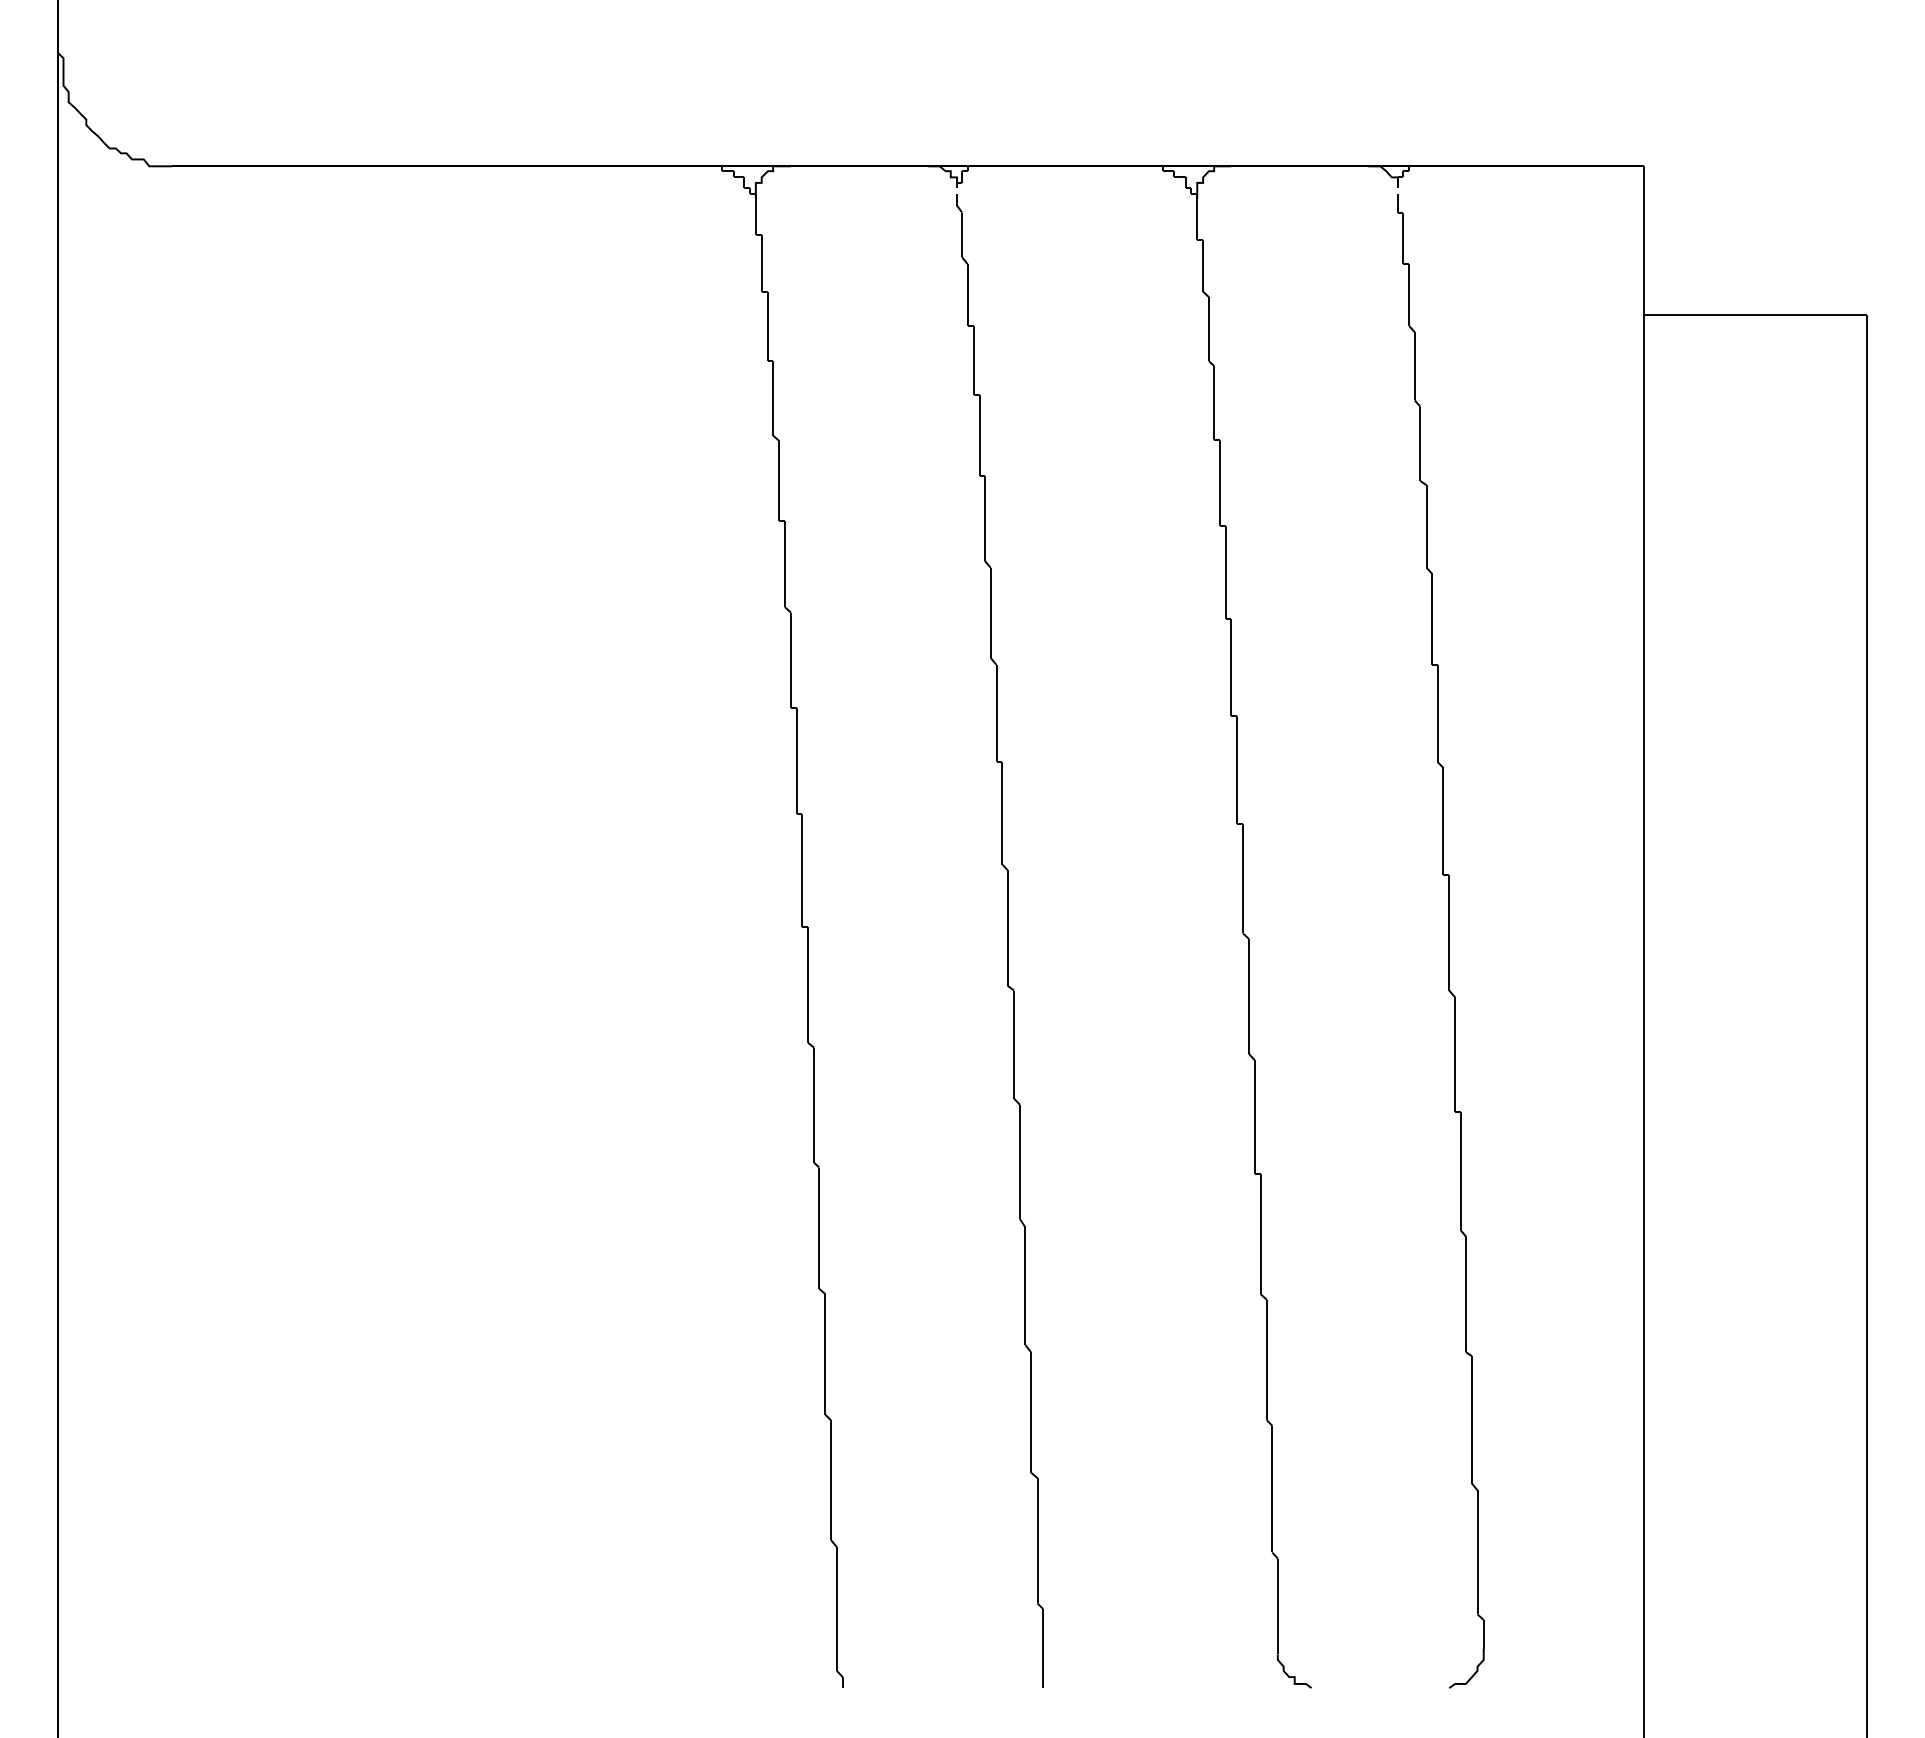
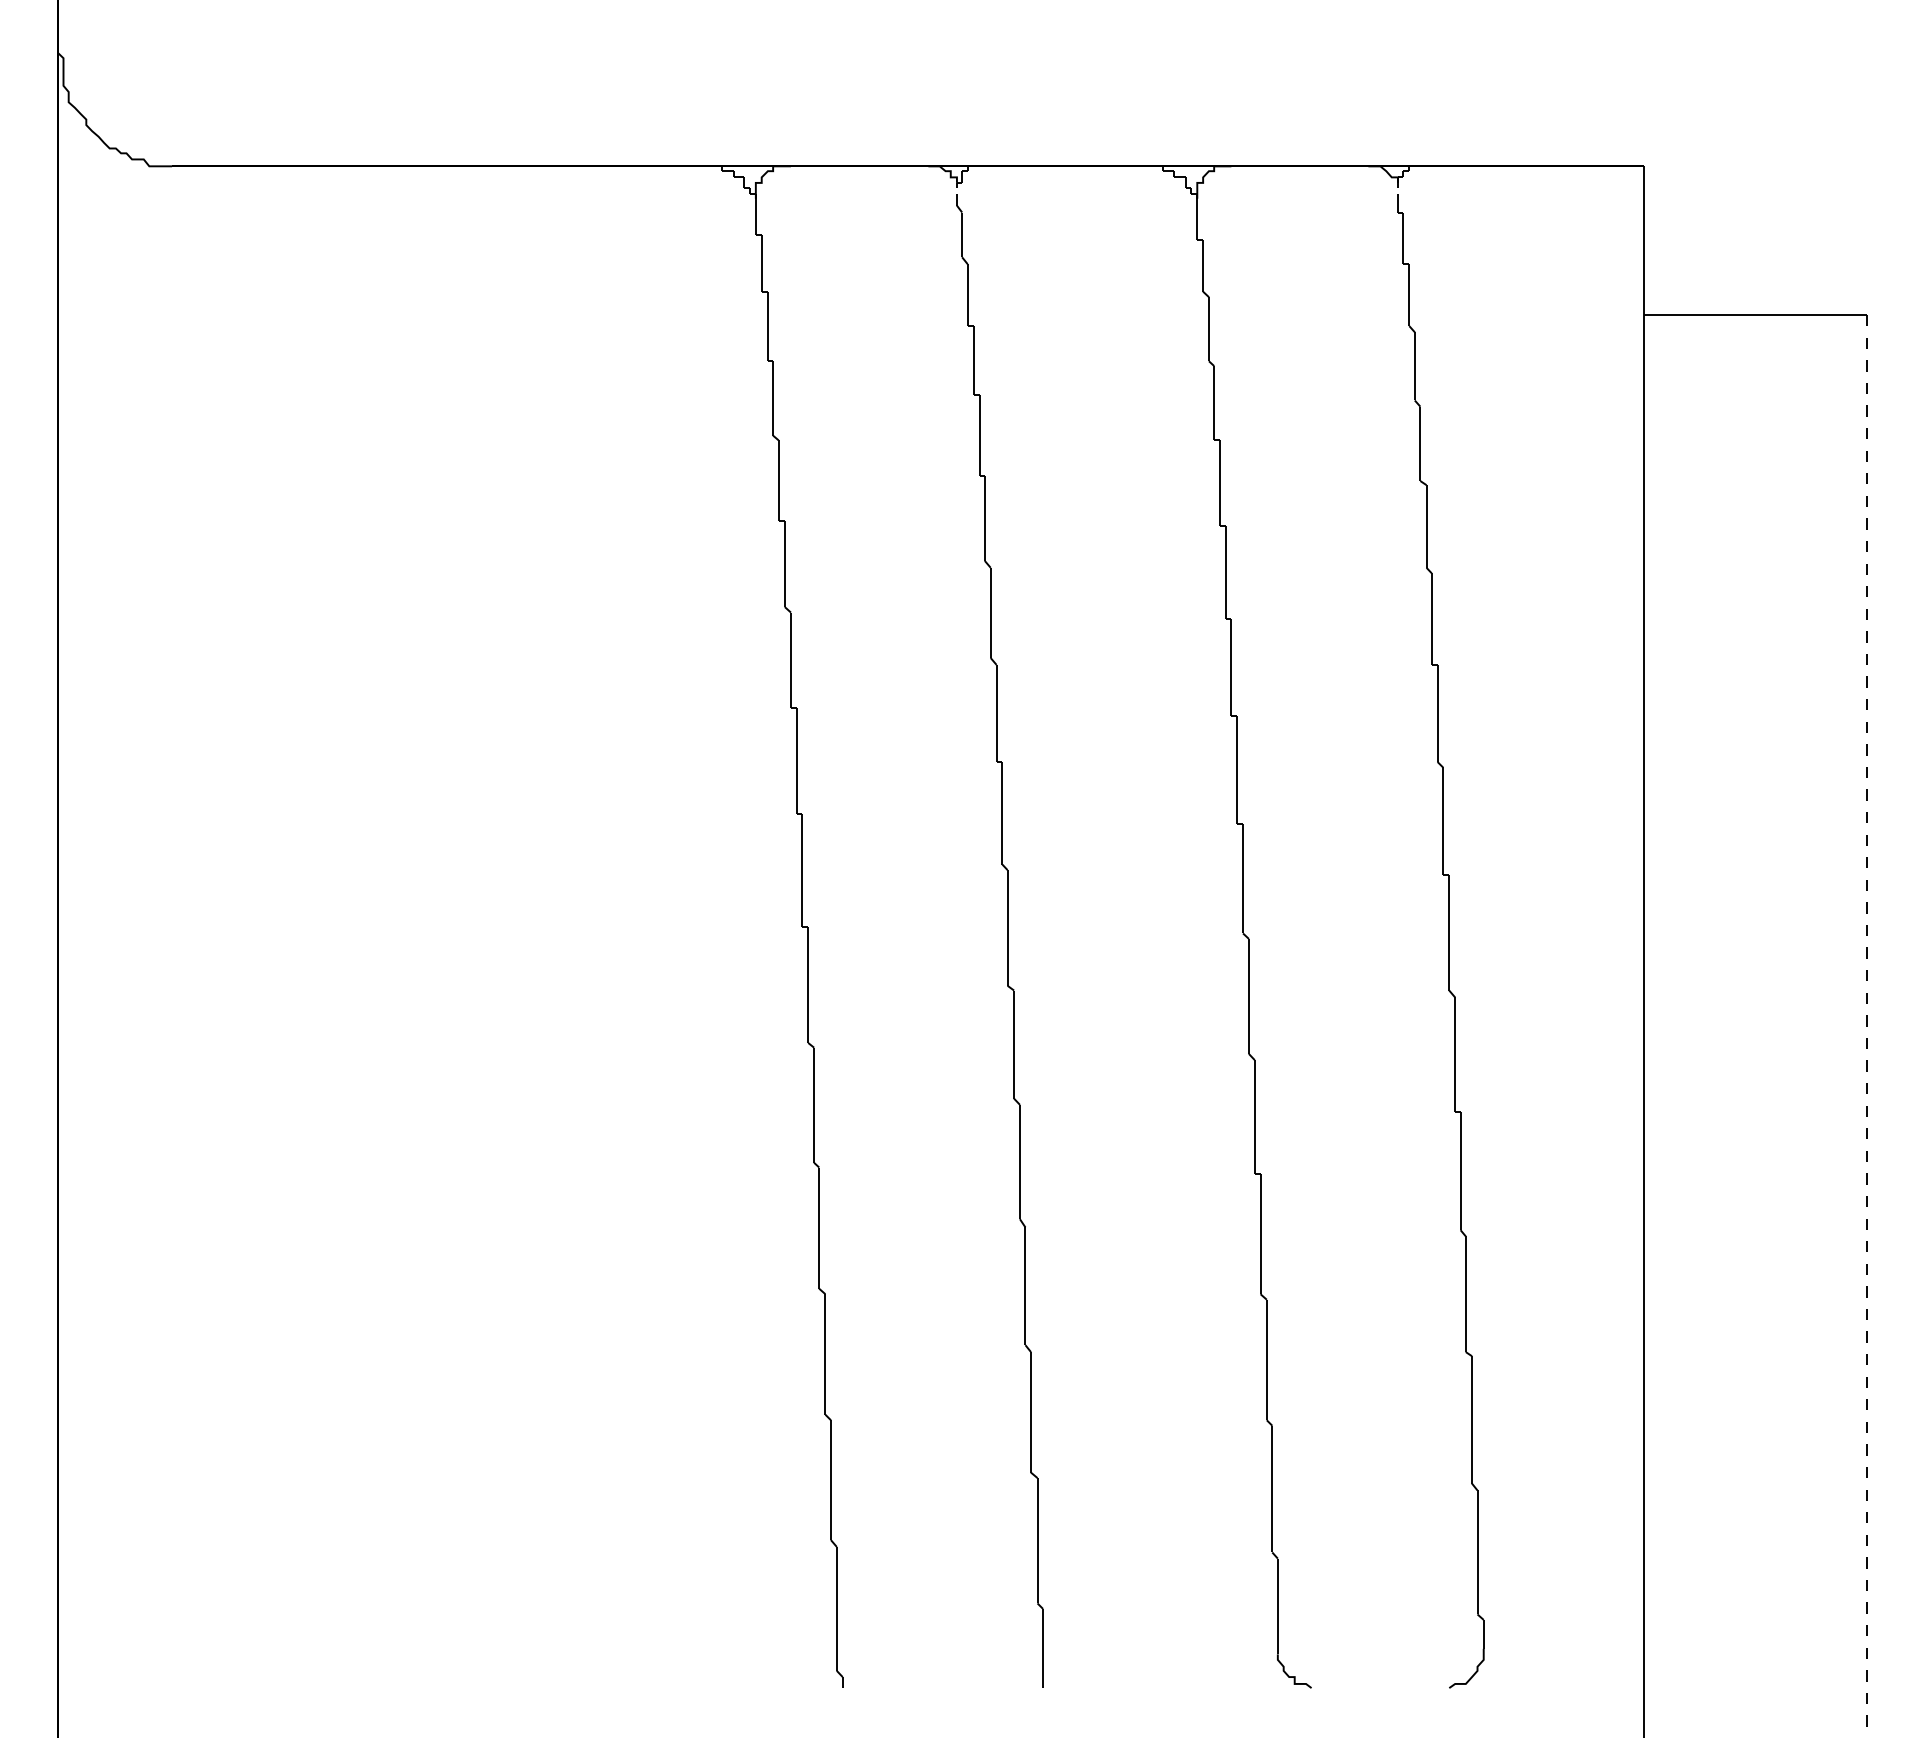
line at (1867, 1026): solid -> dashed
